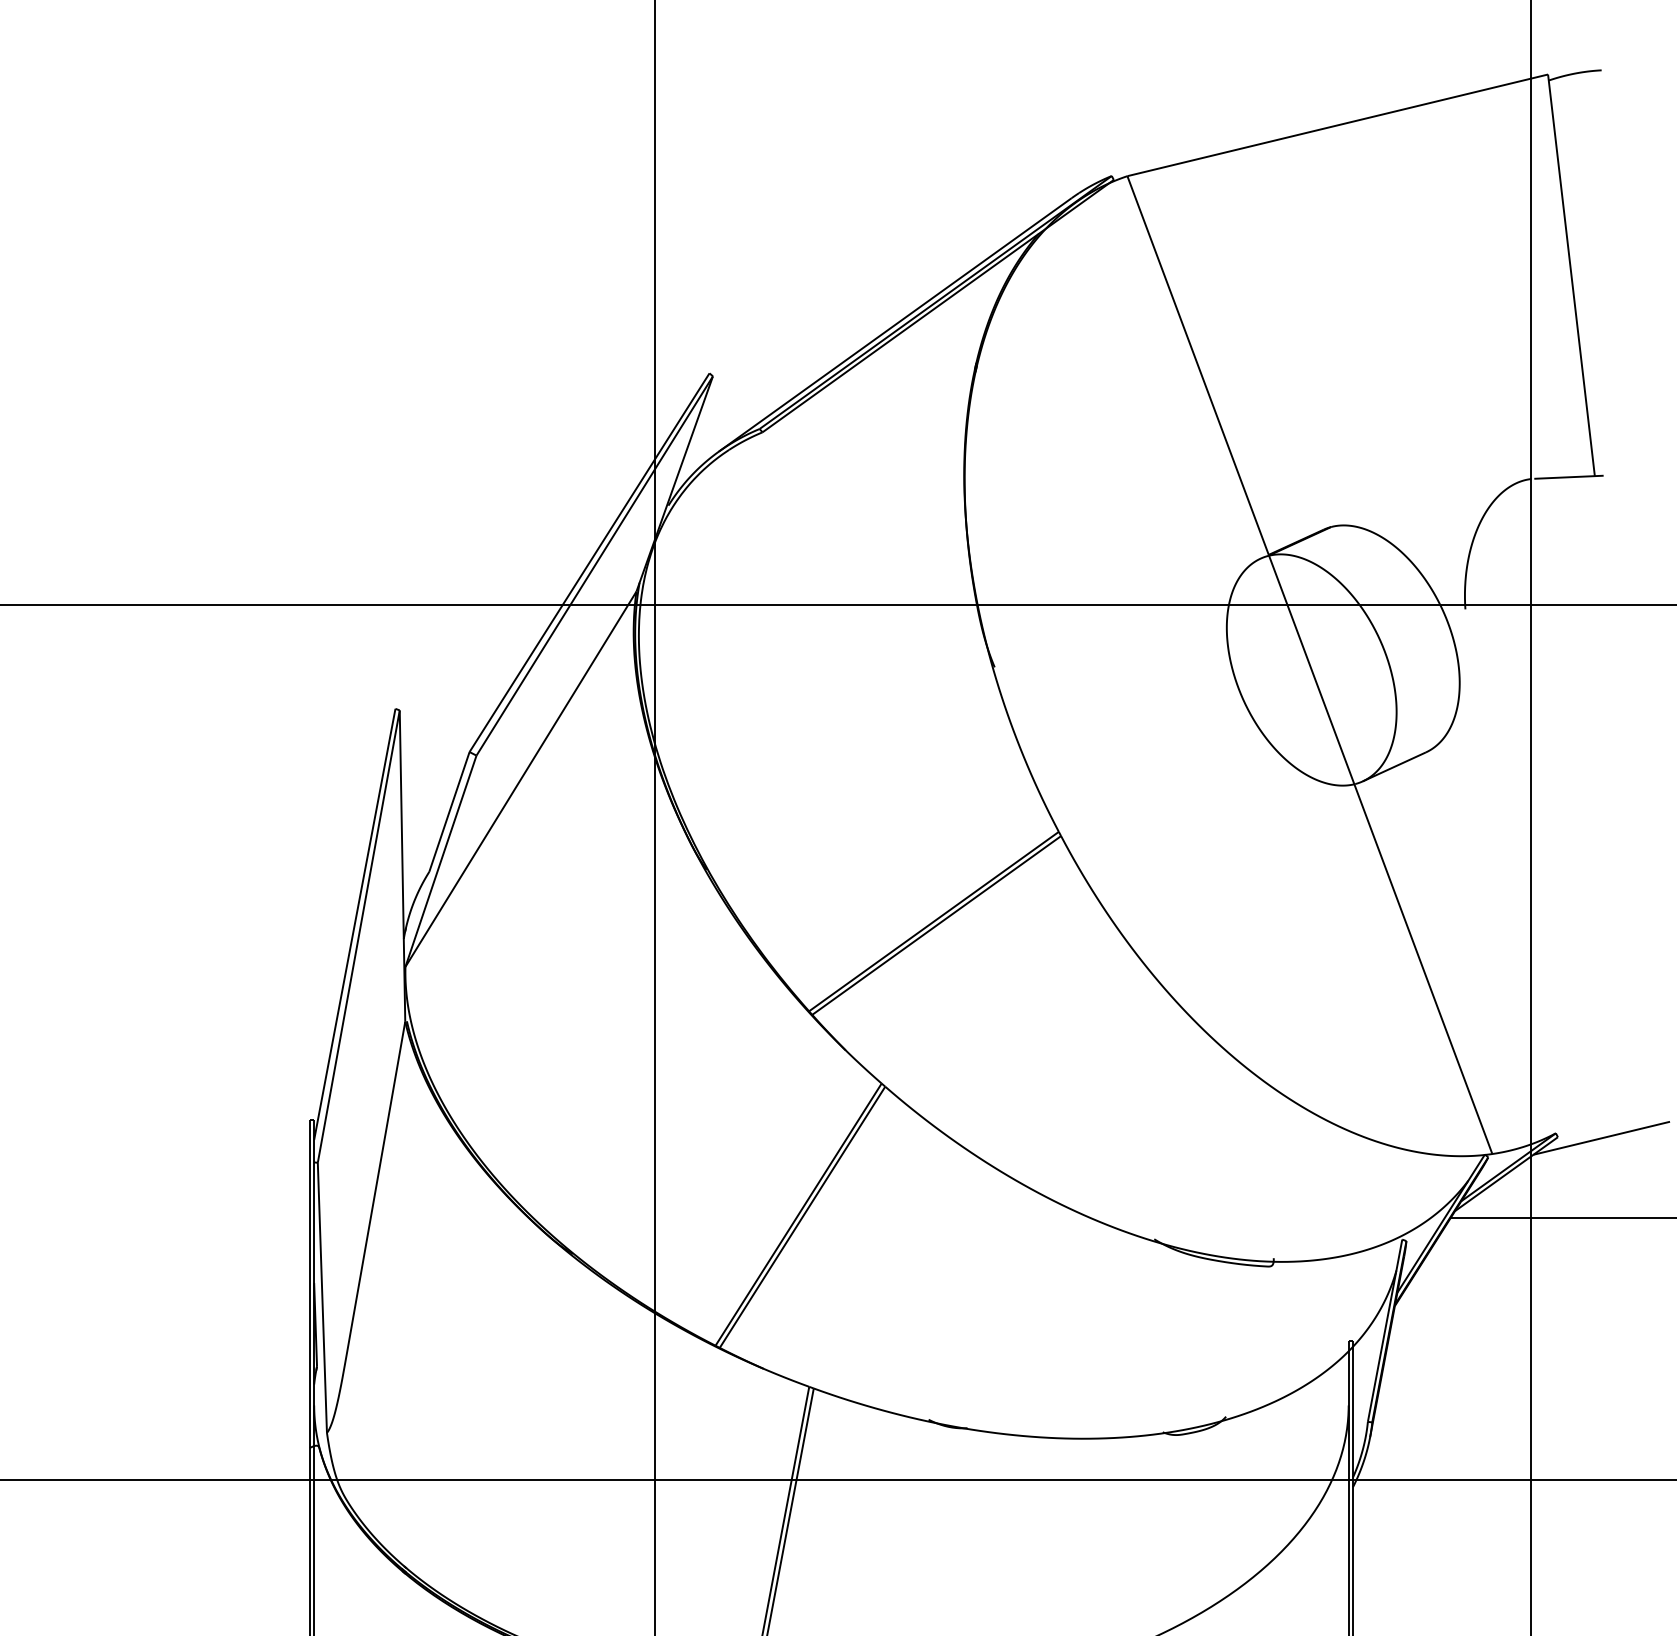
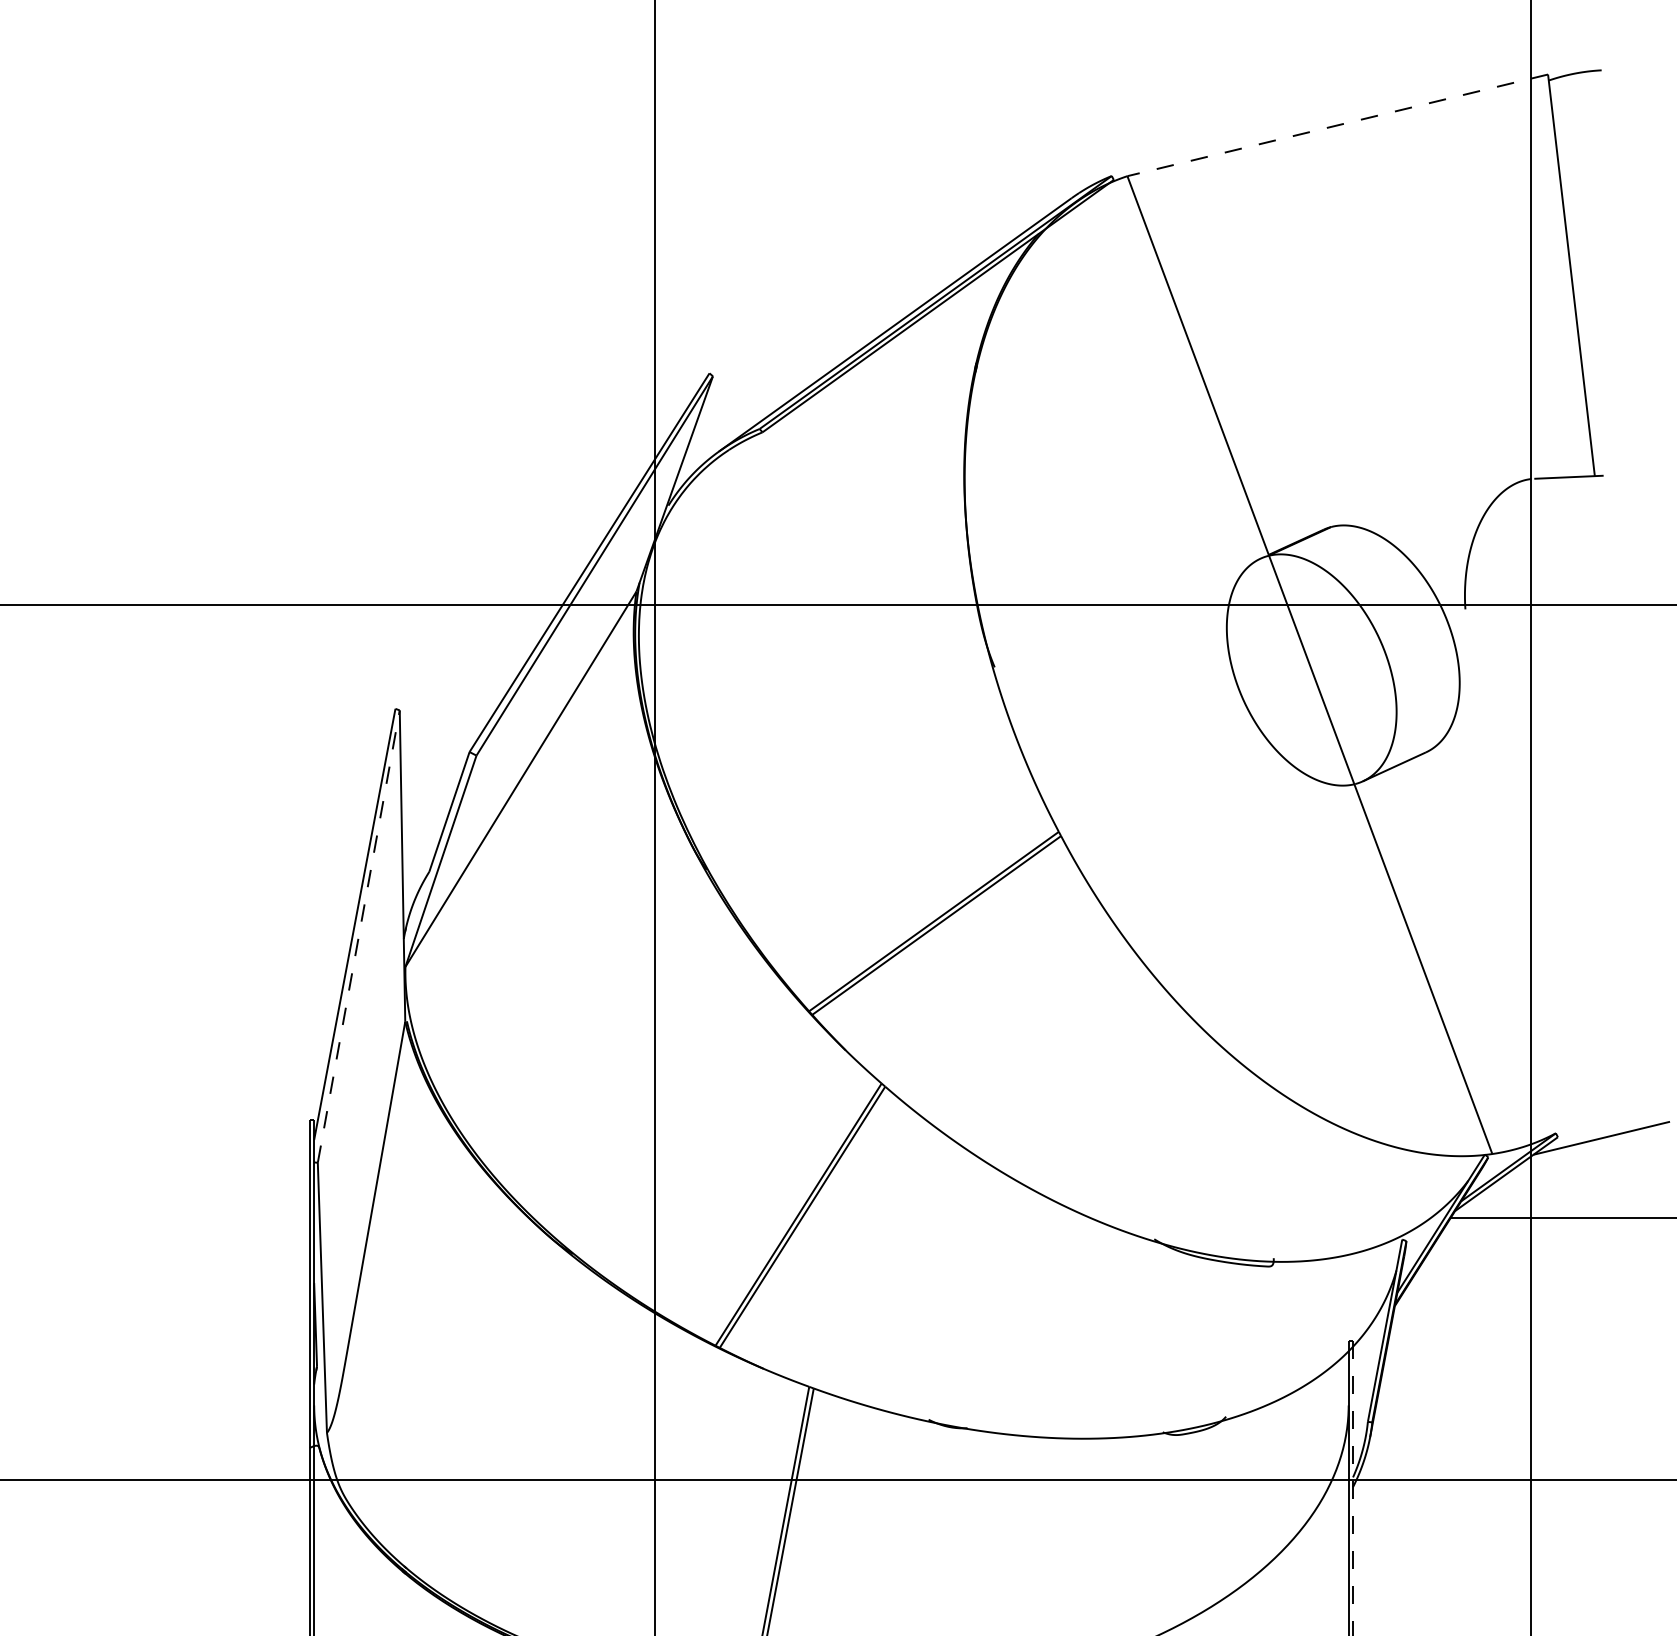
line at (1337, 125): solid -> dashed
line at (358, 936): solid -> dashed
line at (1353, 1489): solid -> dashed
